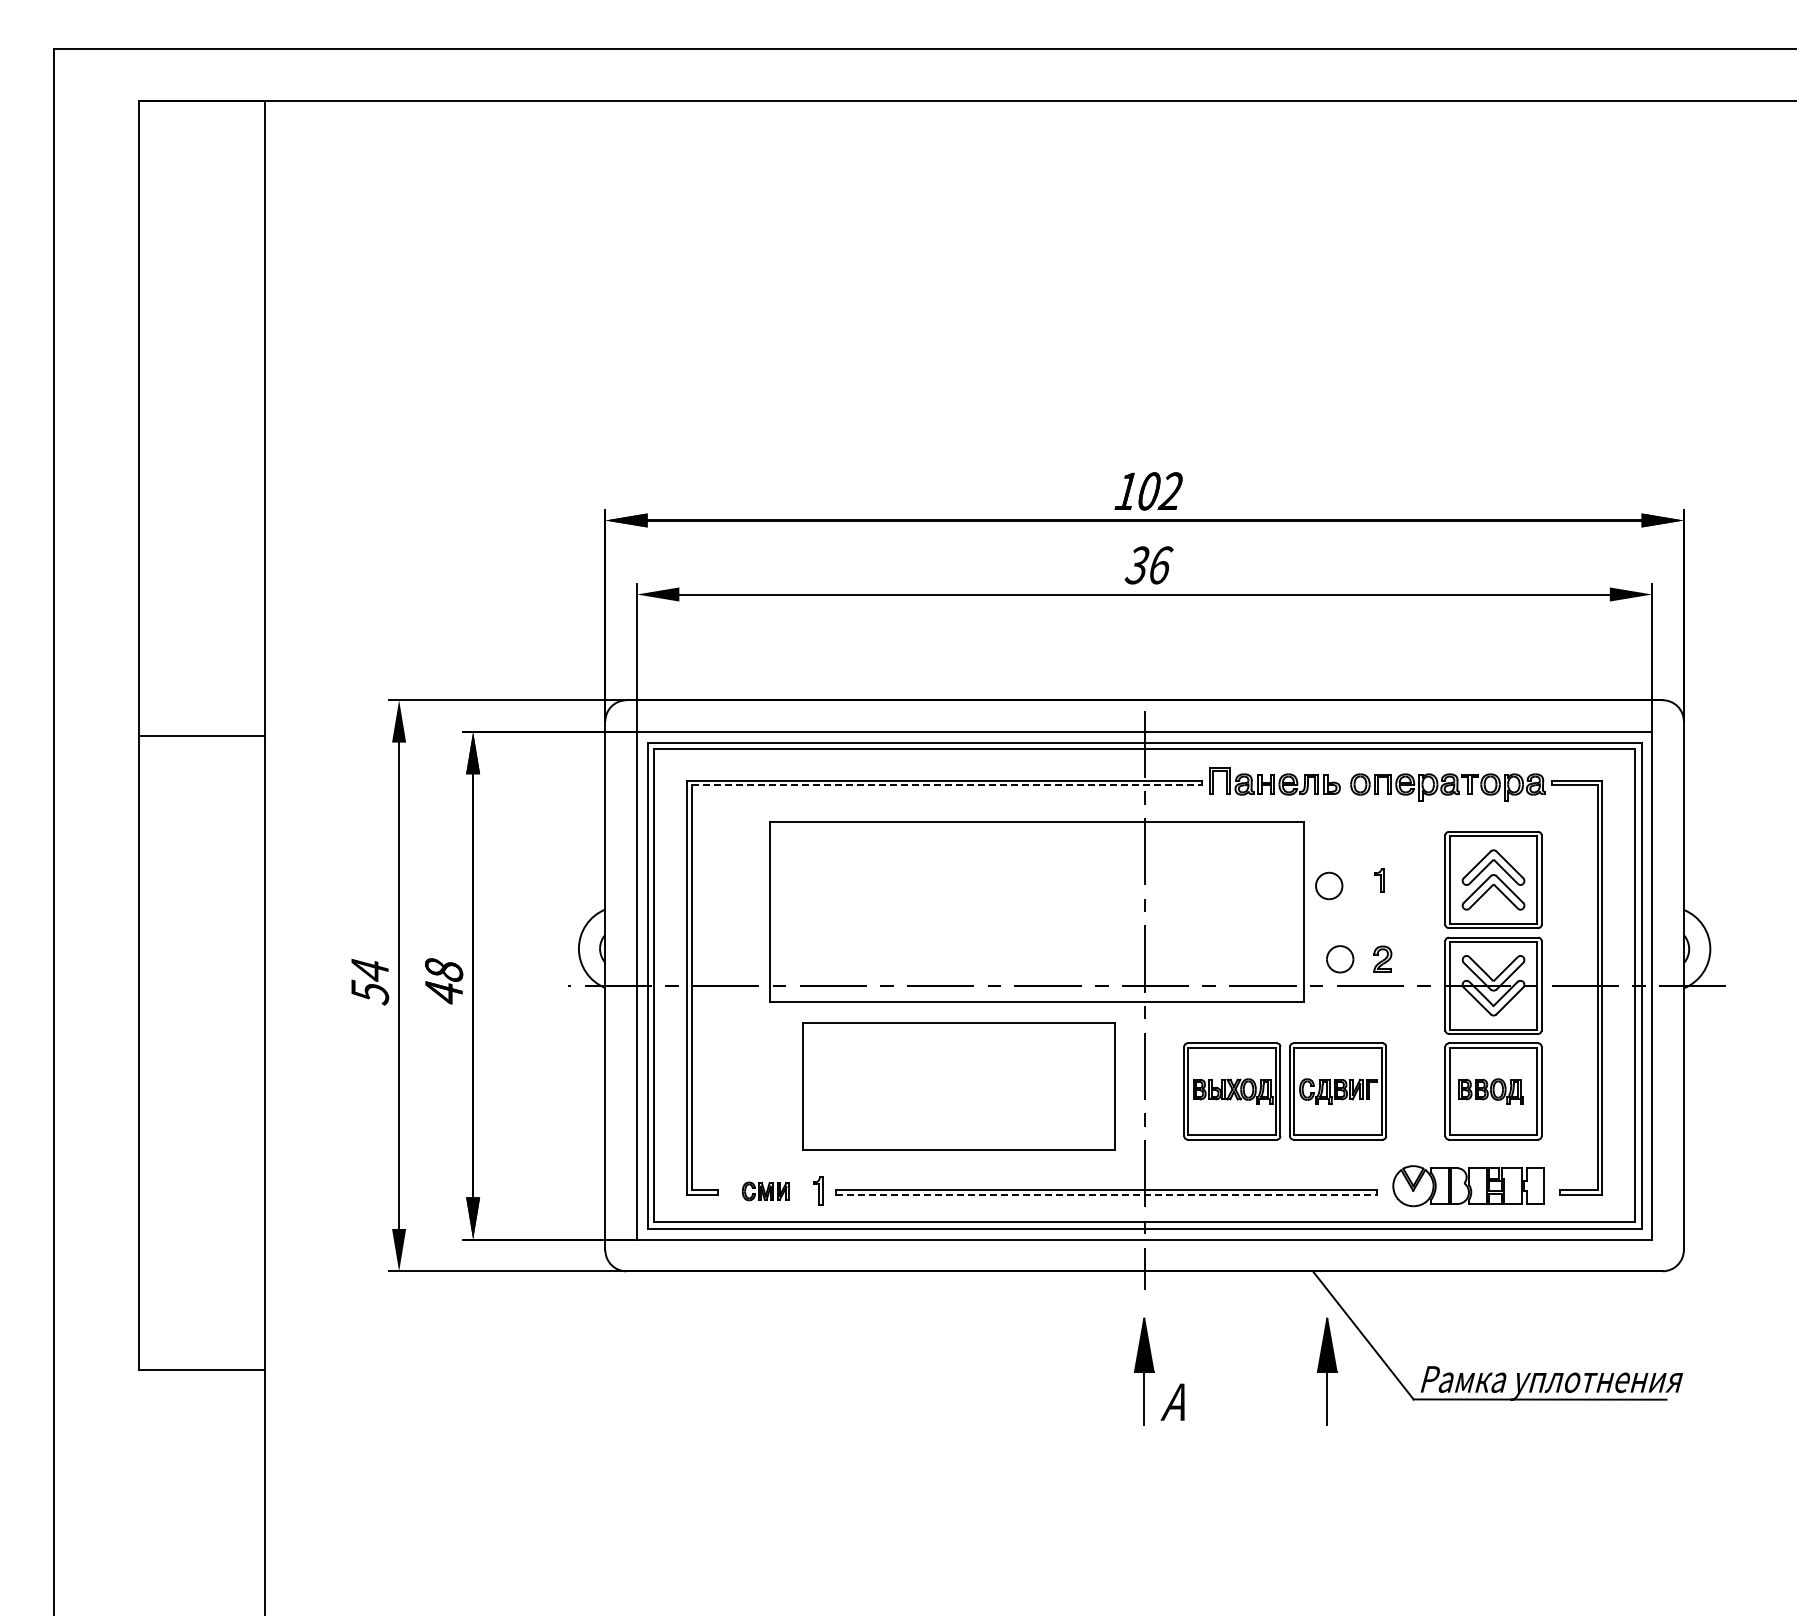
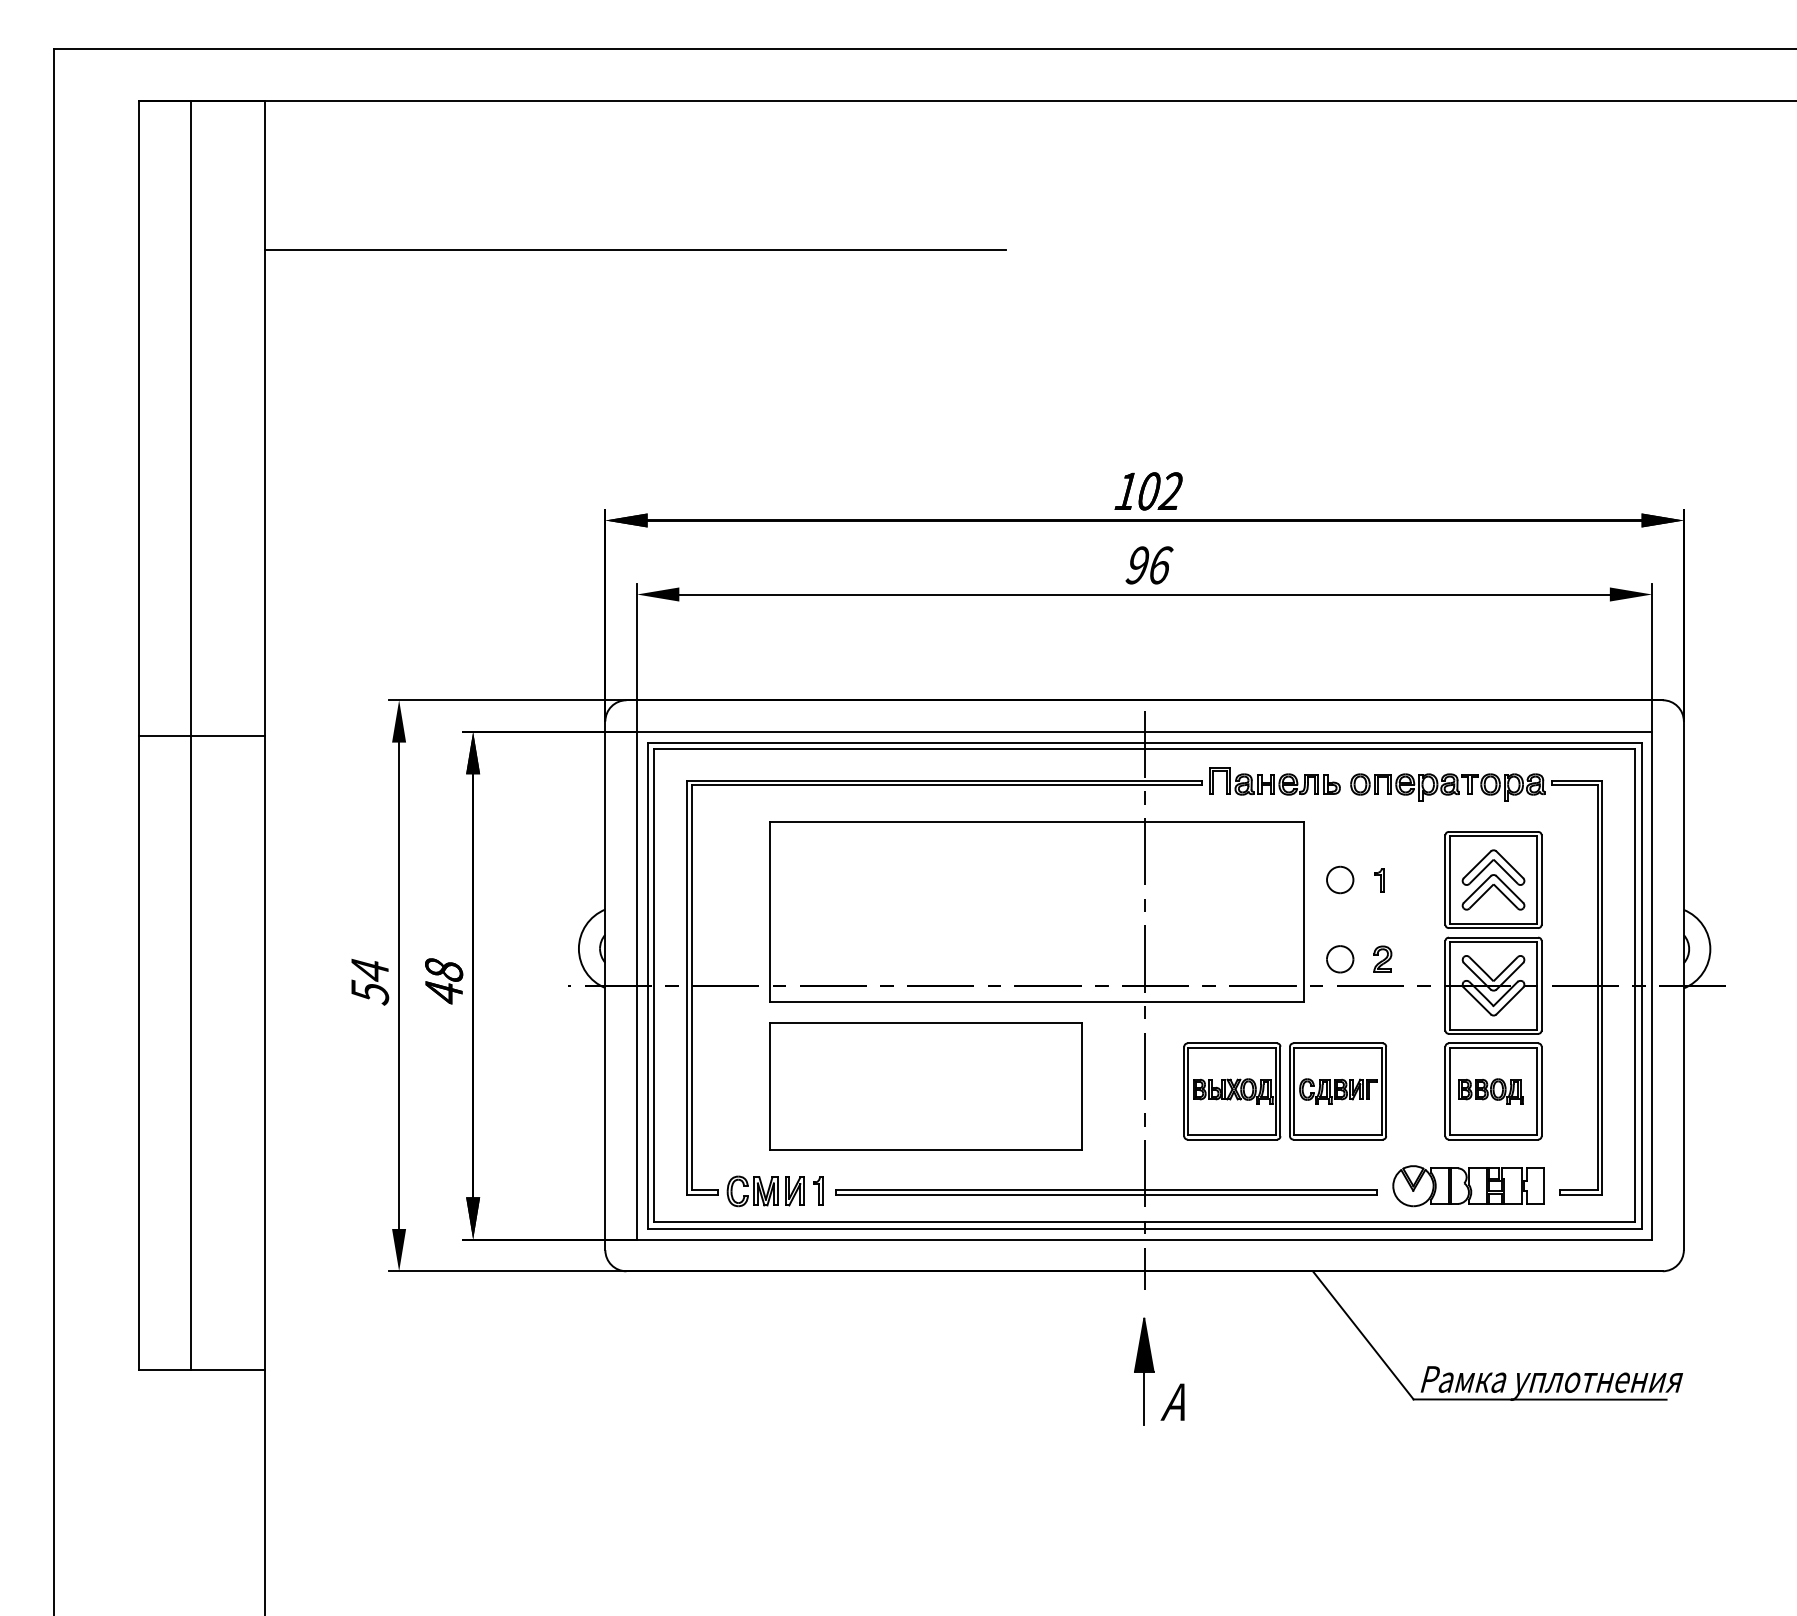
line at (635, 249): none -> present
text at (1136, 565): 36 -> 96
line at (191, 735): none -> present
line at (947, 785): dashed -> solid
part at (1329, 885) position: (1329, 885) -> (1340, 879)
part at (958, 1086) position: (958, 1086) -> (925, 1086)
part at (765, 1191) size: 49x21 px -> 79x33 px
line at (1106, 1194): dashed -> solid
part at (1327, 1371): present -> none
